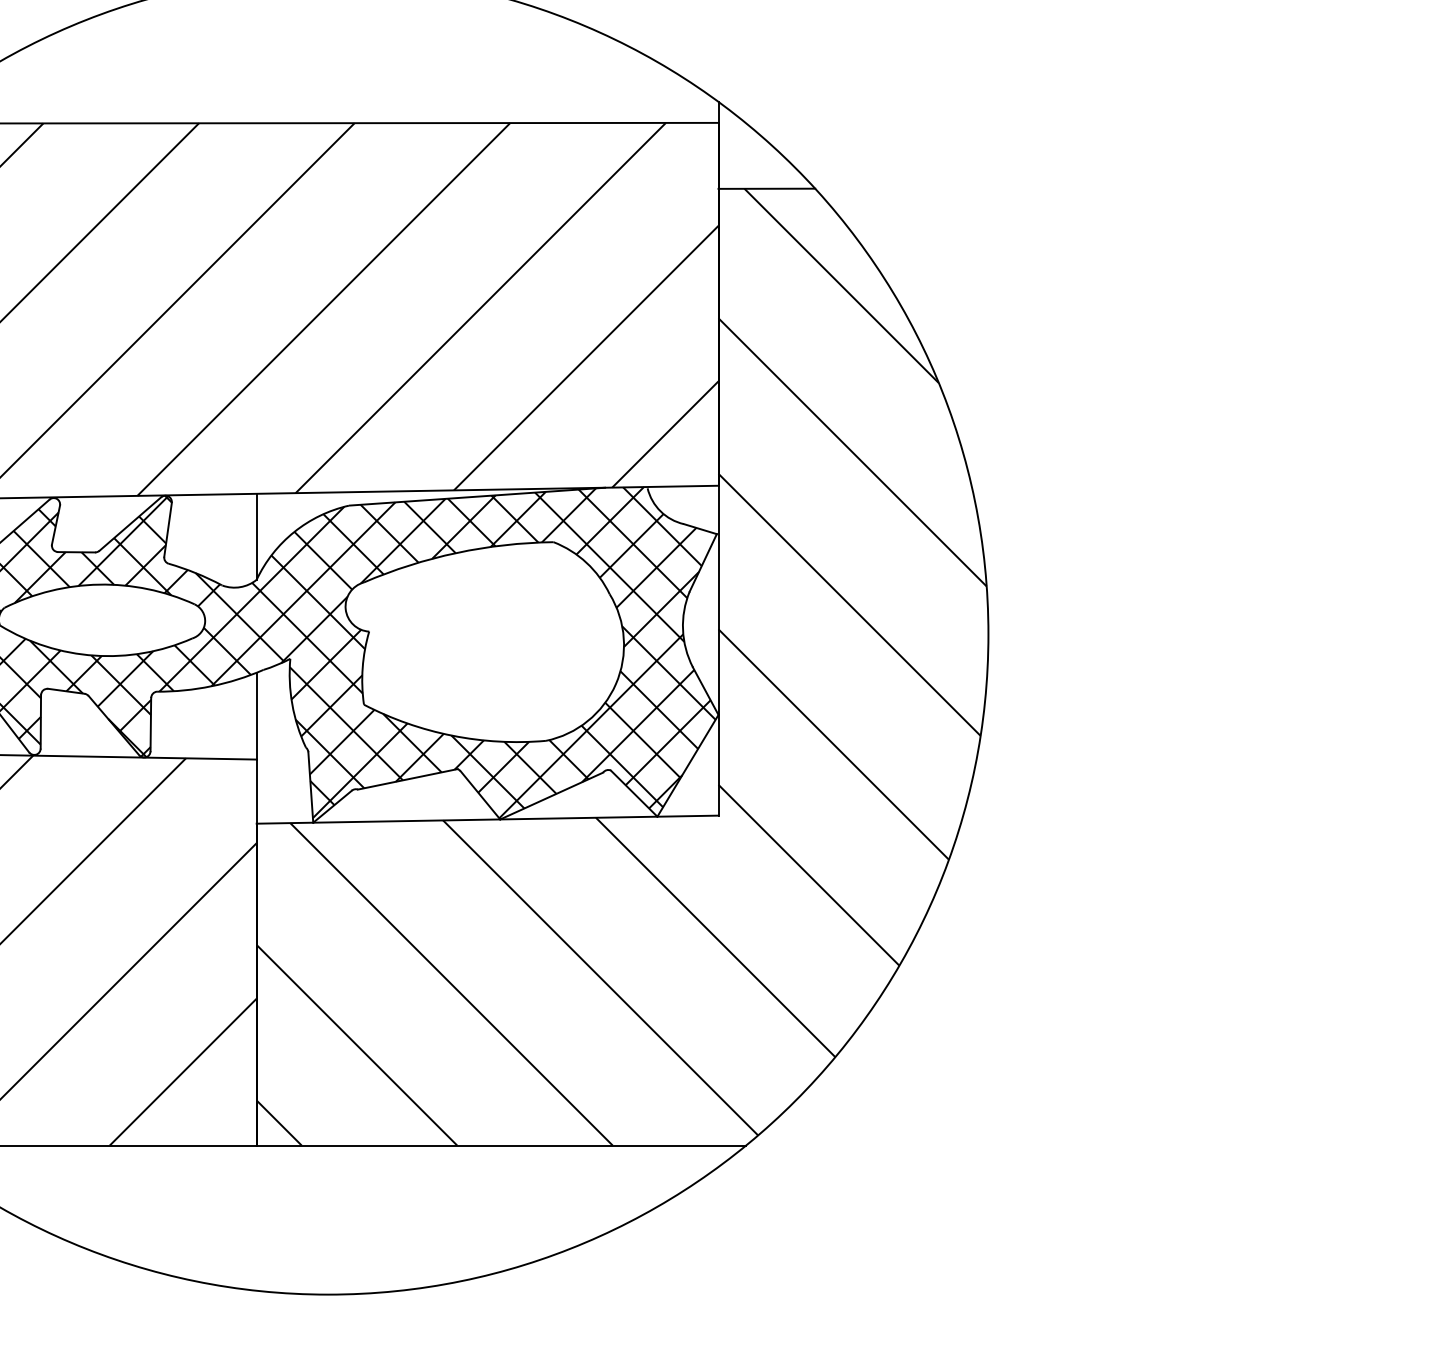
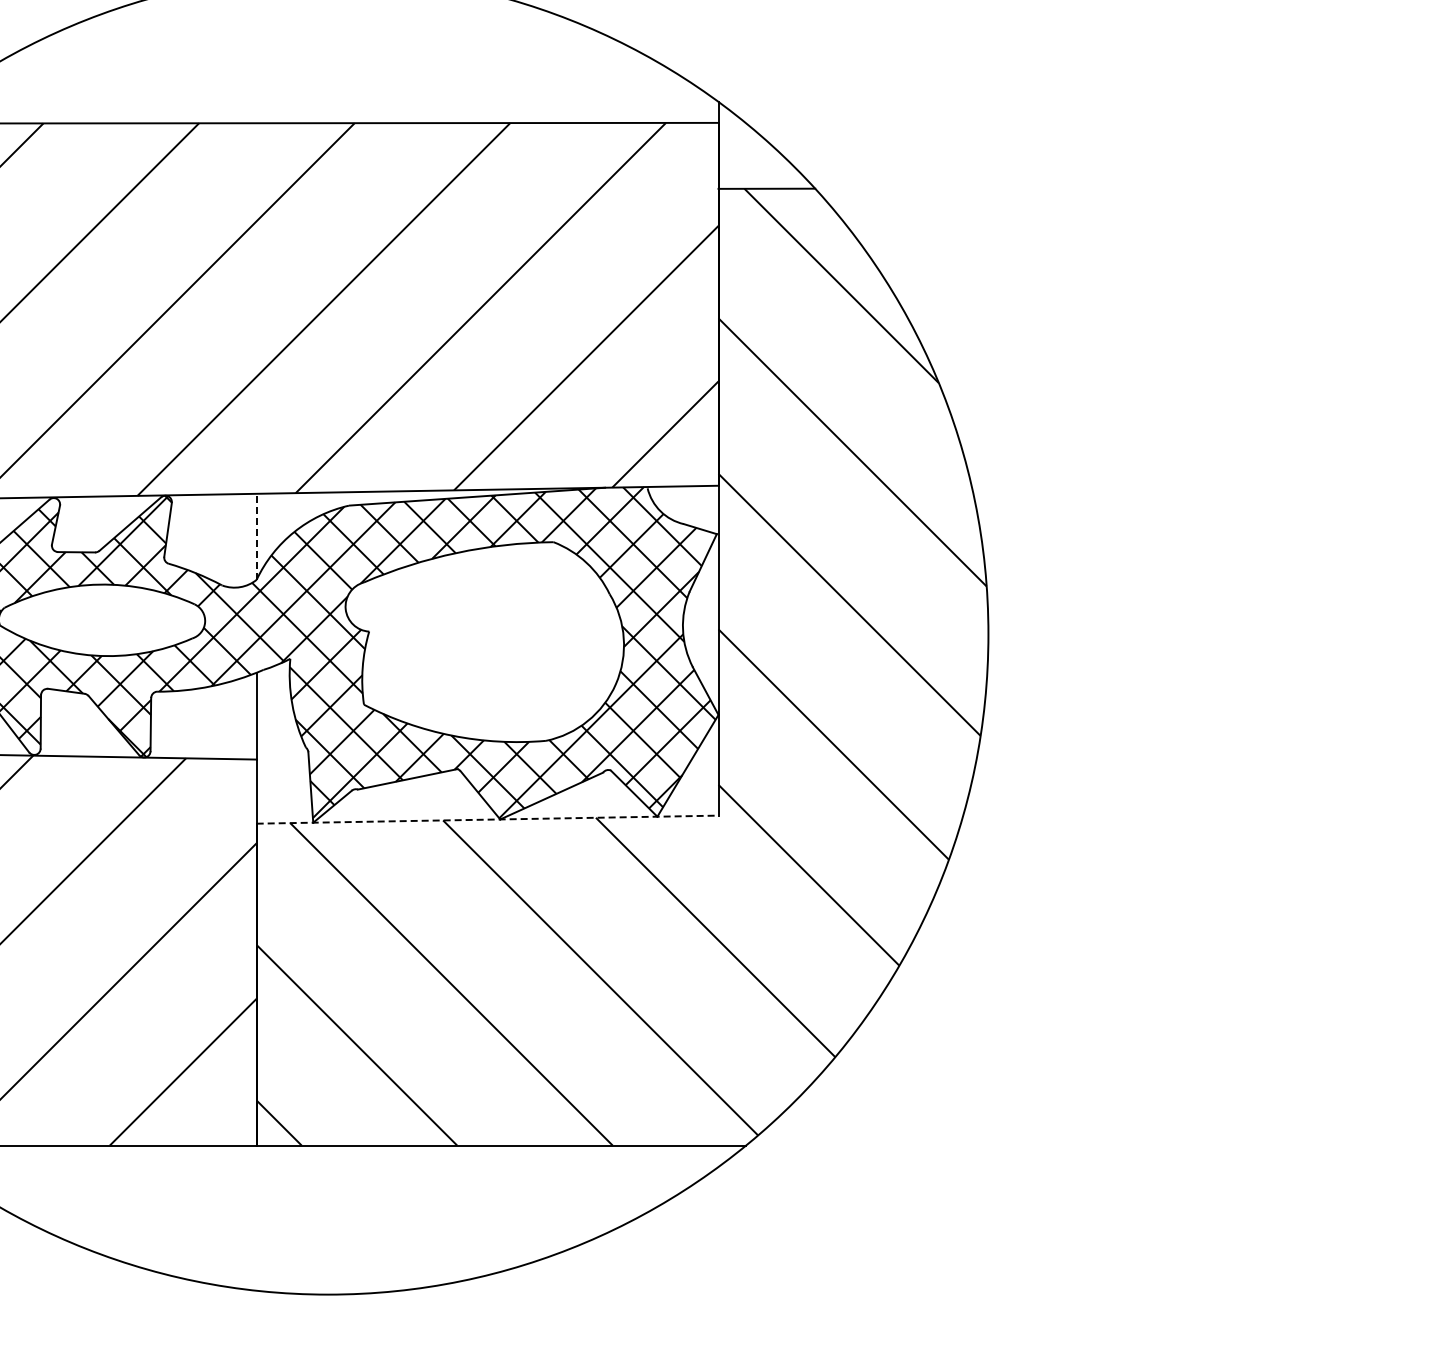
line at (256, 536): solid -> dashed
line at (487, 819): solid -> dashed
